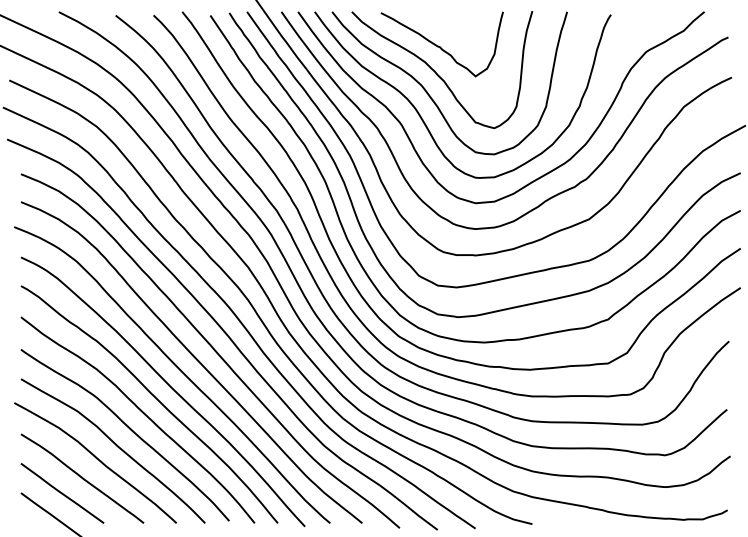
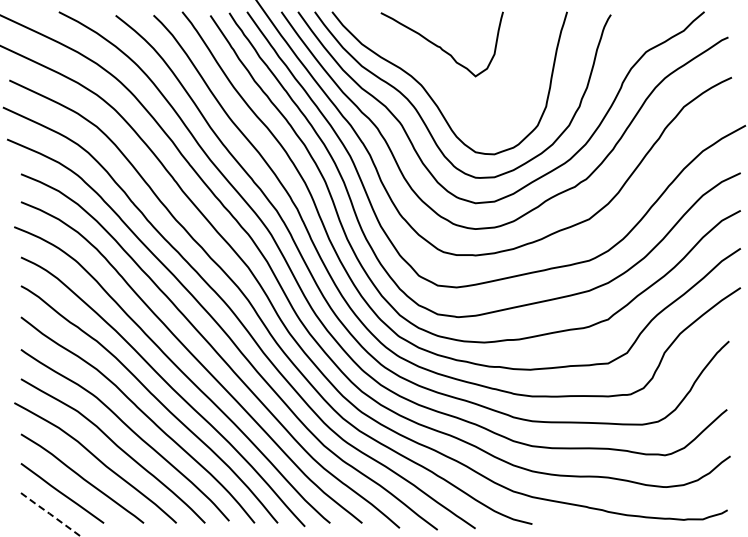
curve at (438, 74): present -> none
line at (49, 513): solid -> dashed
